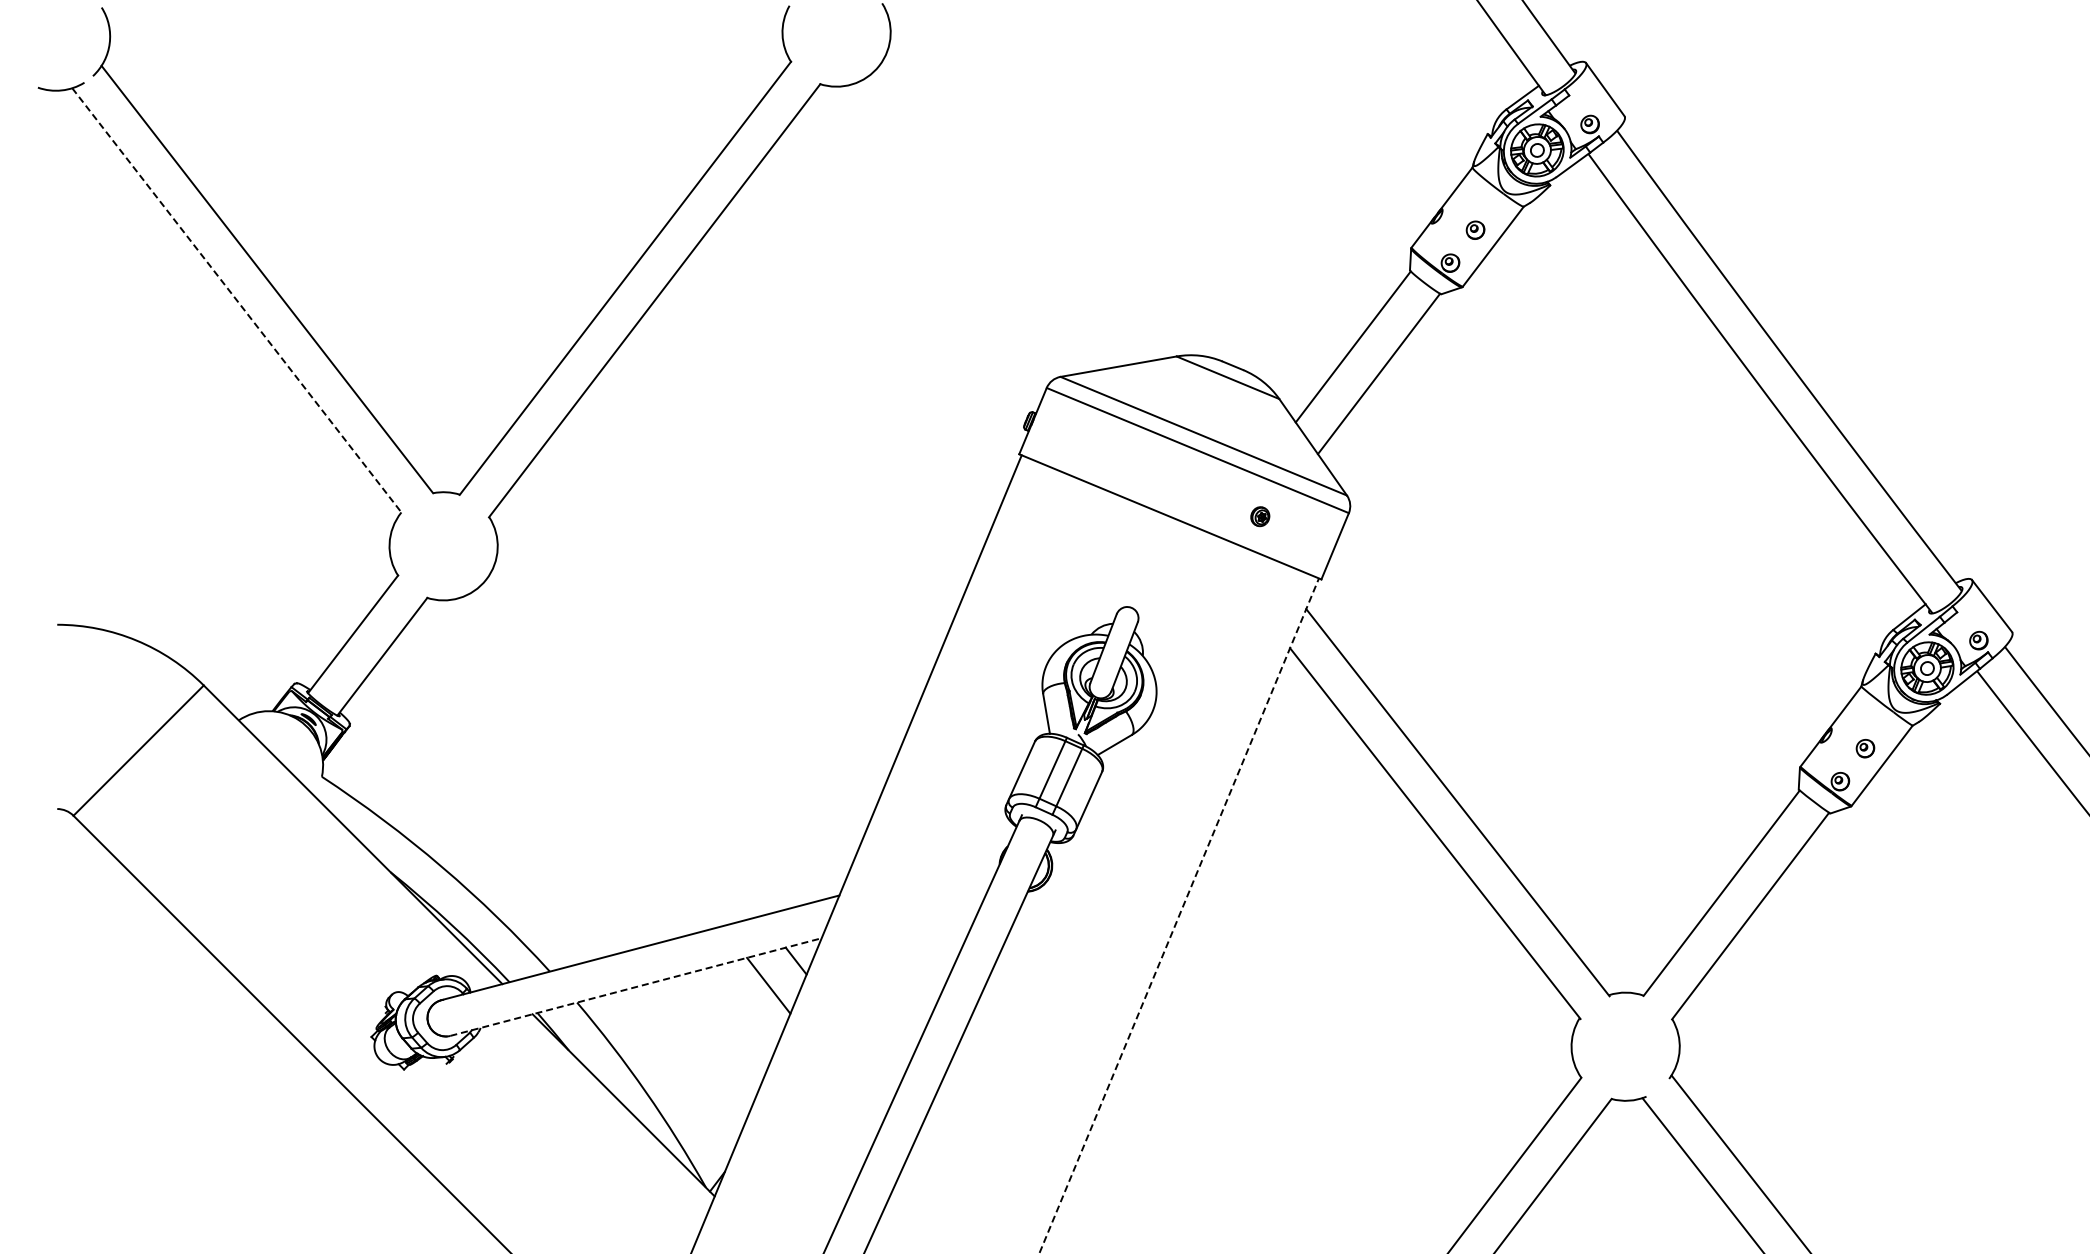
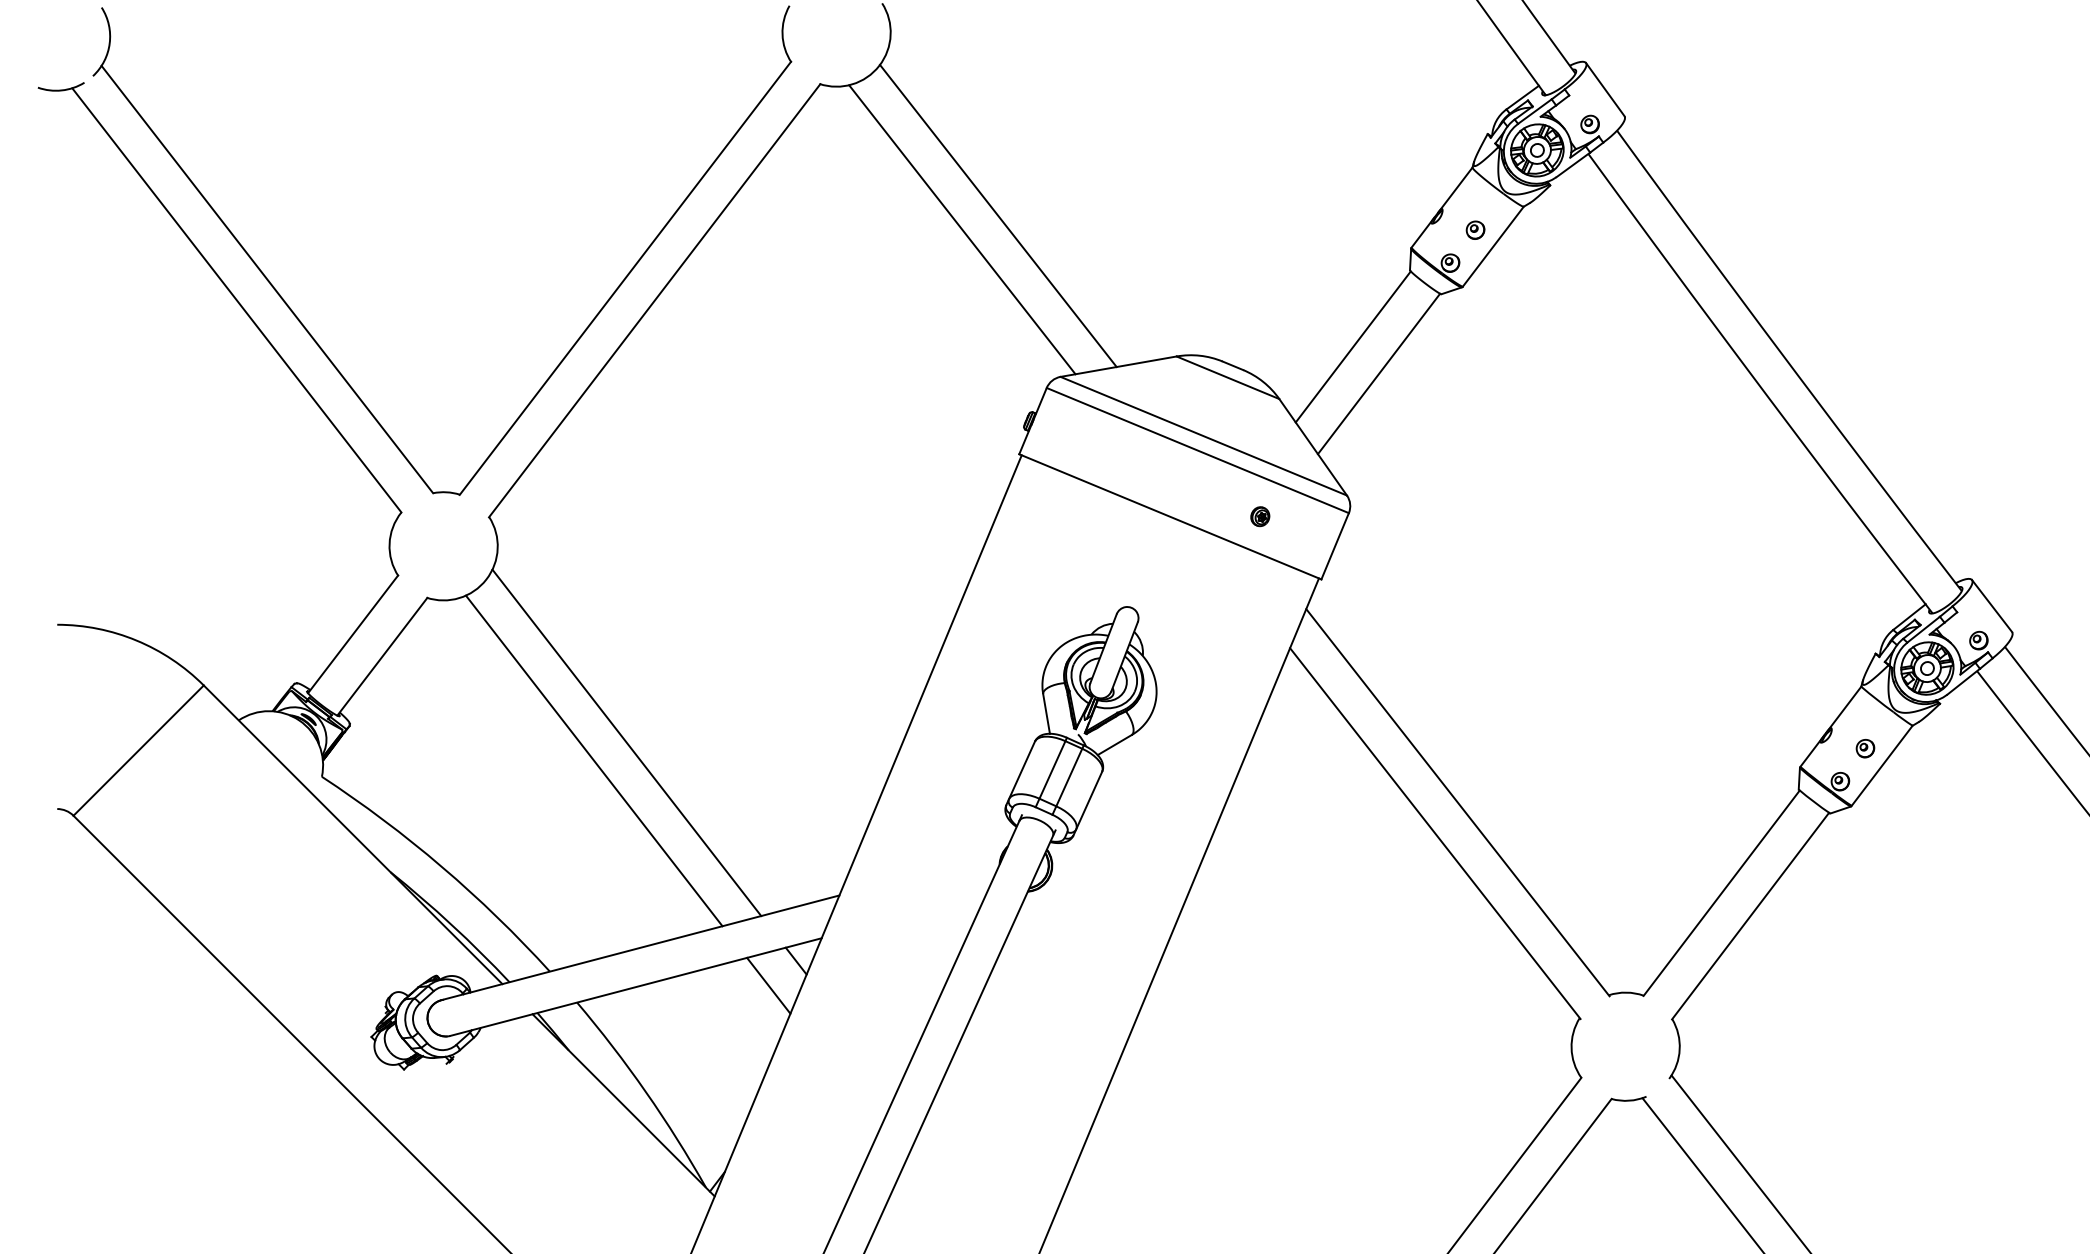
line at (998, 215): none -> present
line at (962, 229): none -> present
line at (237, 300): dashed -> solid
line at (626, 742): none -> present
line at (593, 760): none -> present
line at (1179, 915): dashed -> solid
line at (636, 987): dashed -> solid
